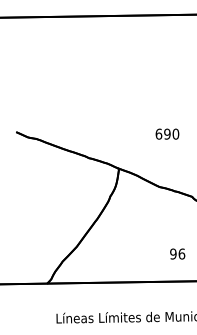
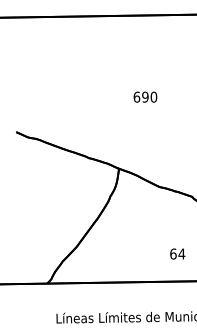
text at (167, 133) position: (167, 133) -> (145, 96)
text at (177, 253): 96 -> 64
